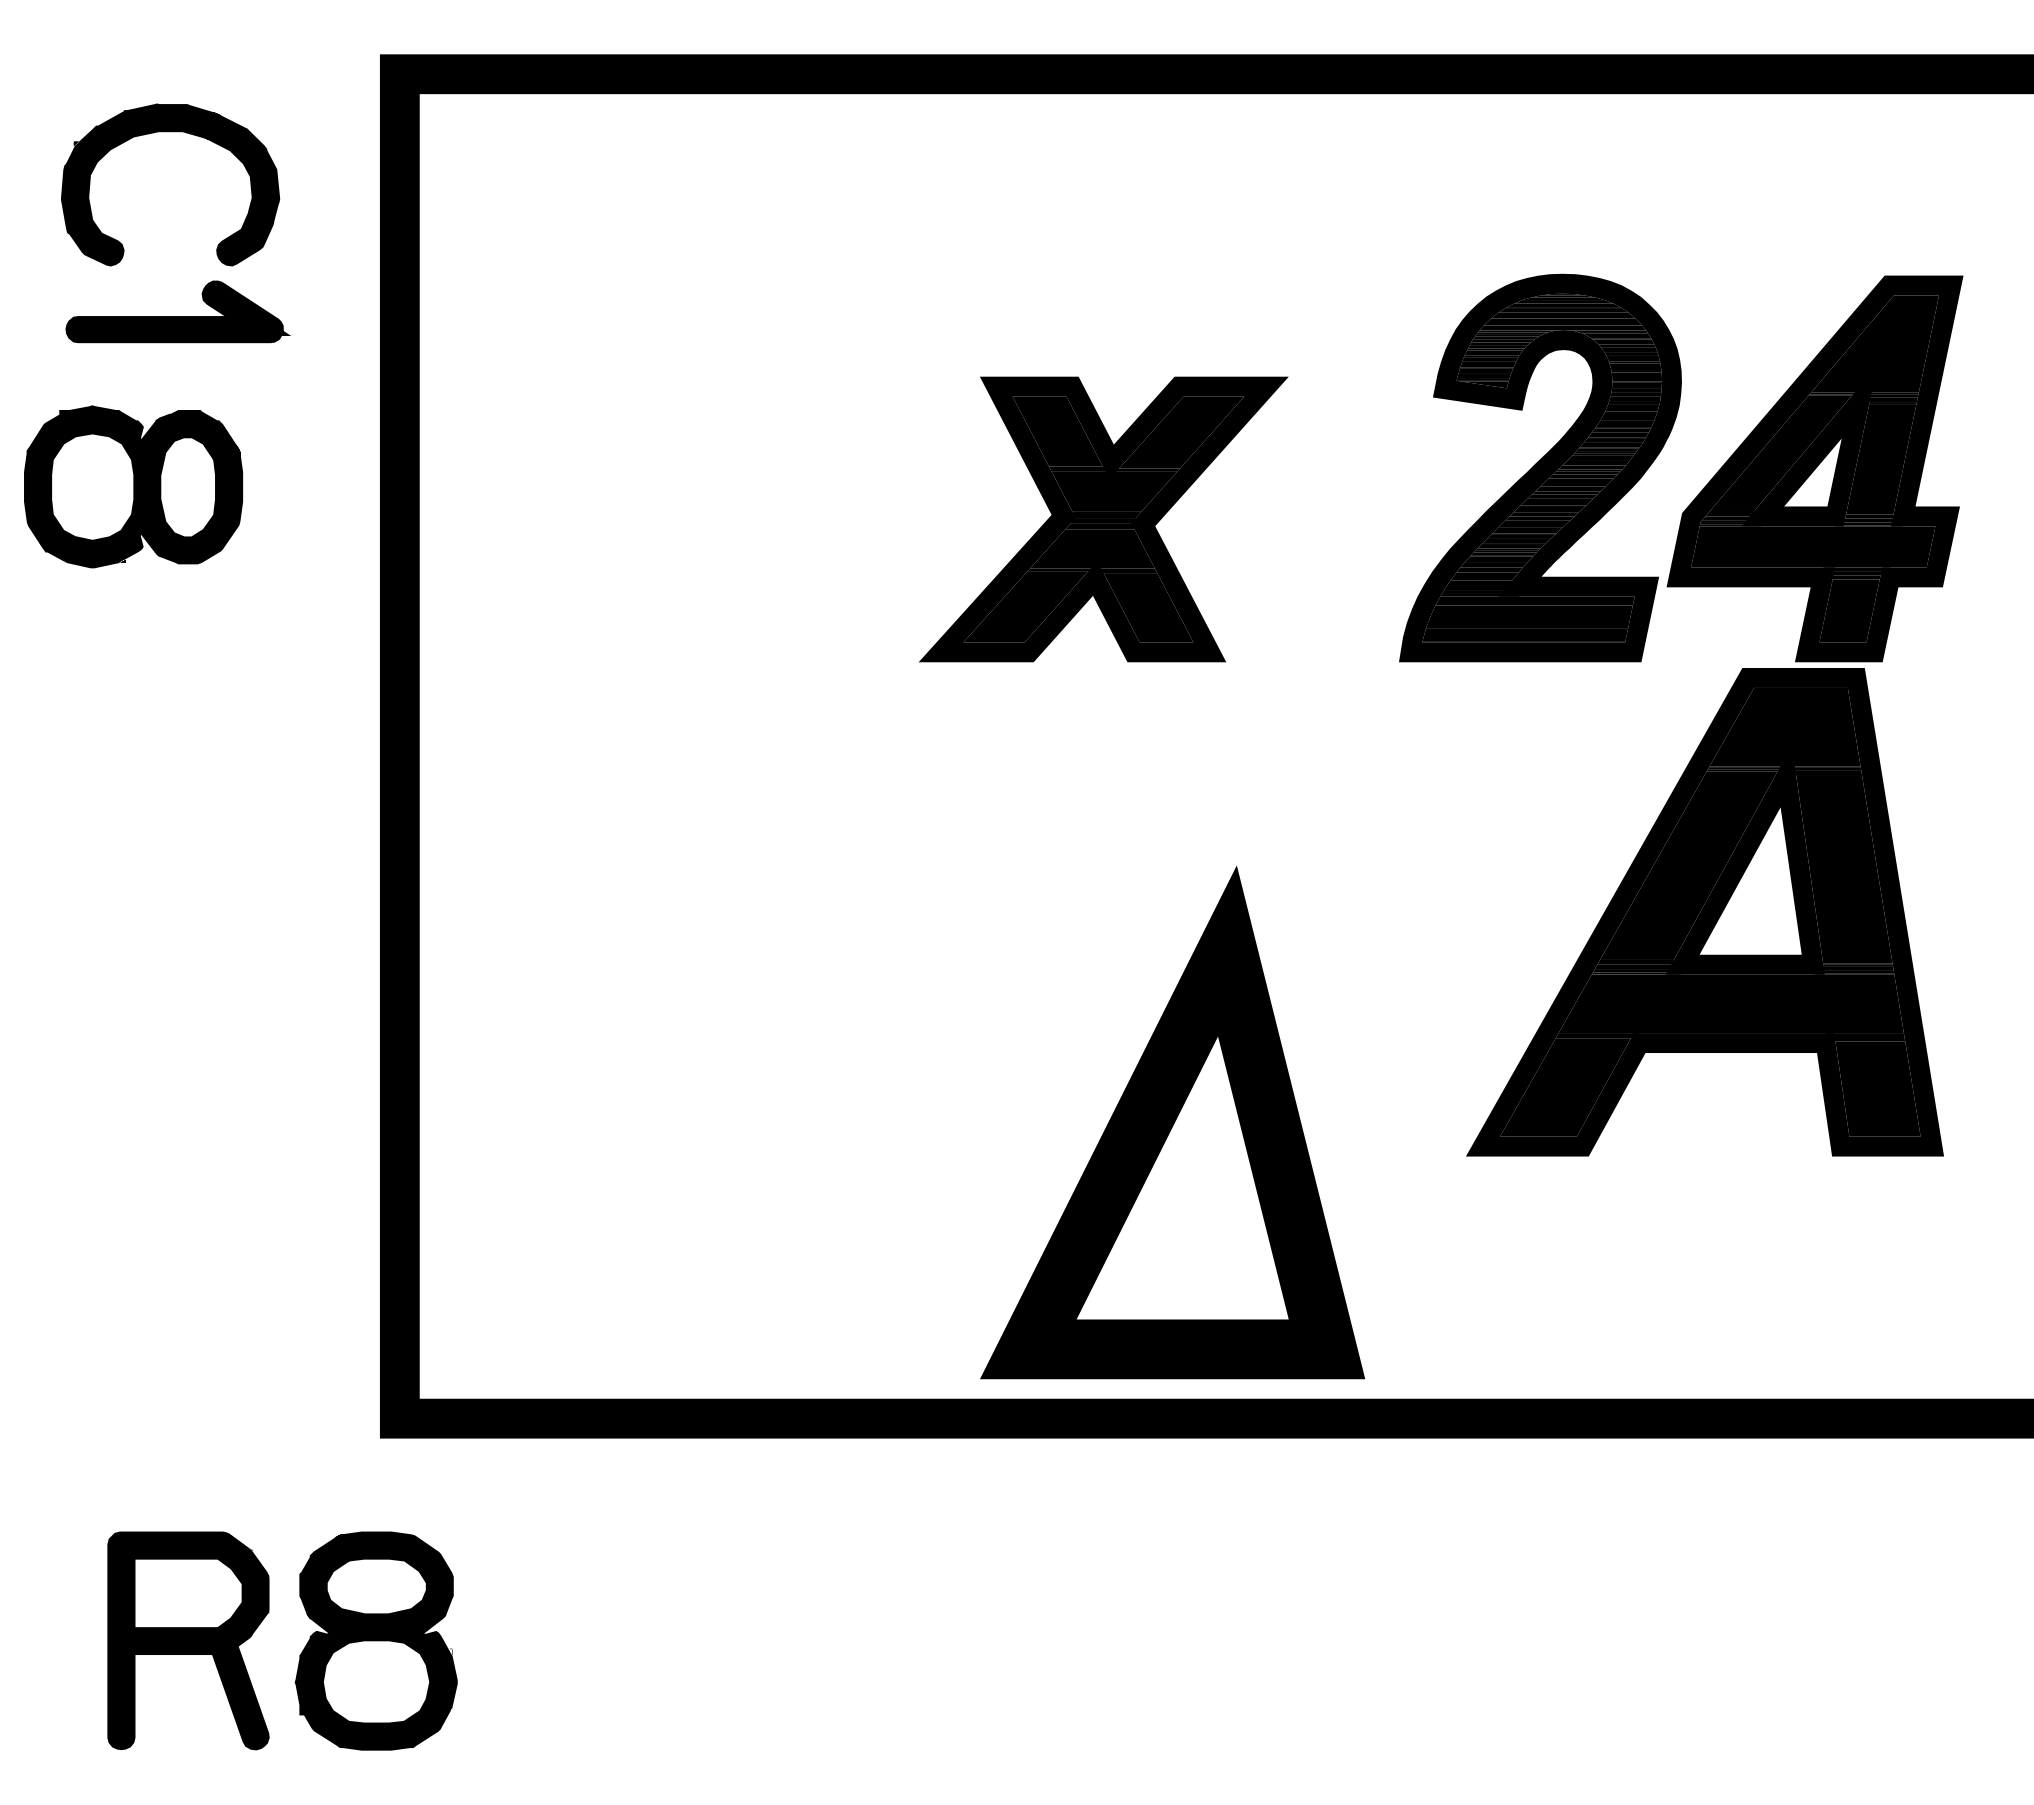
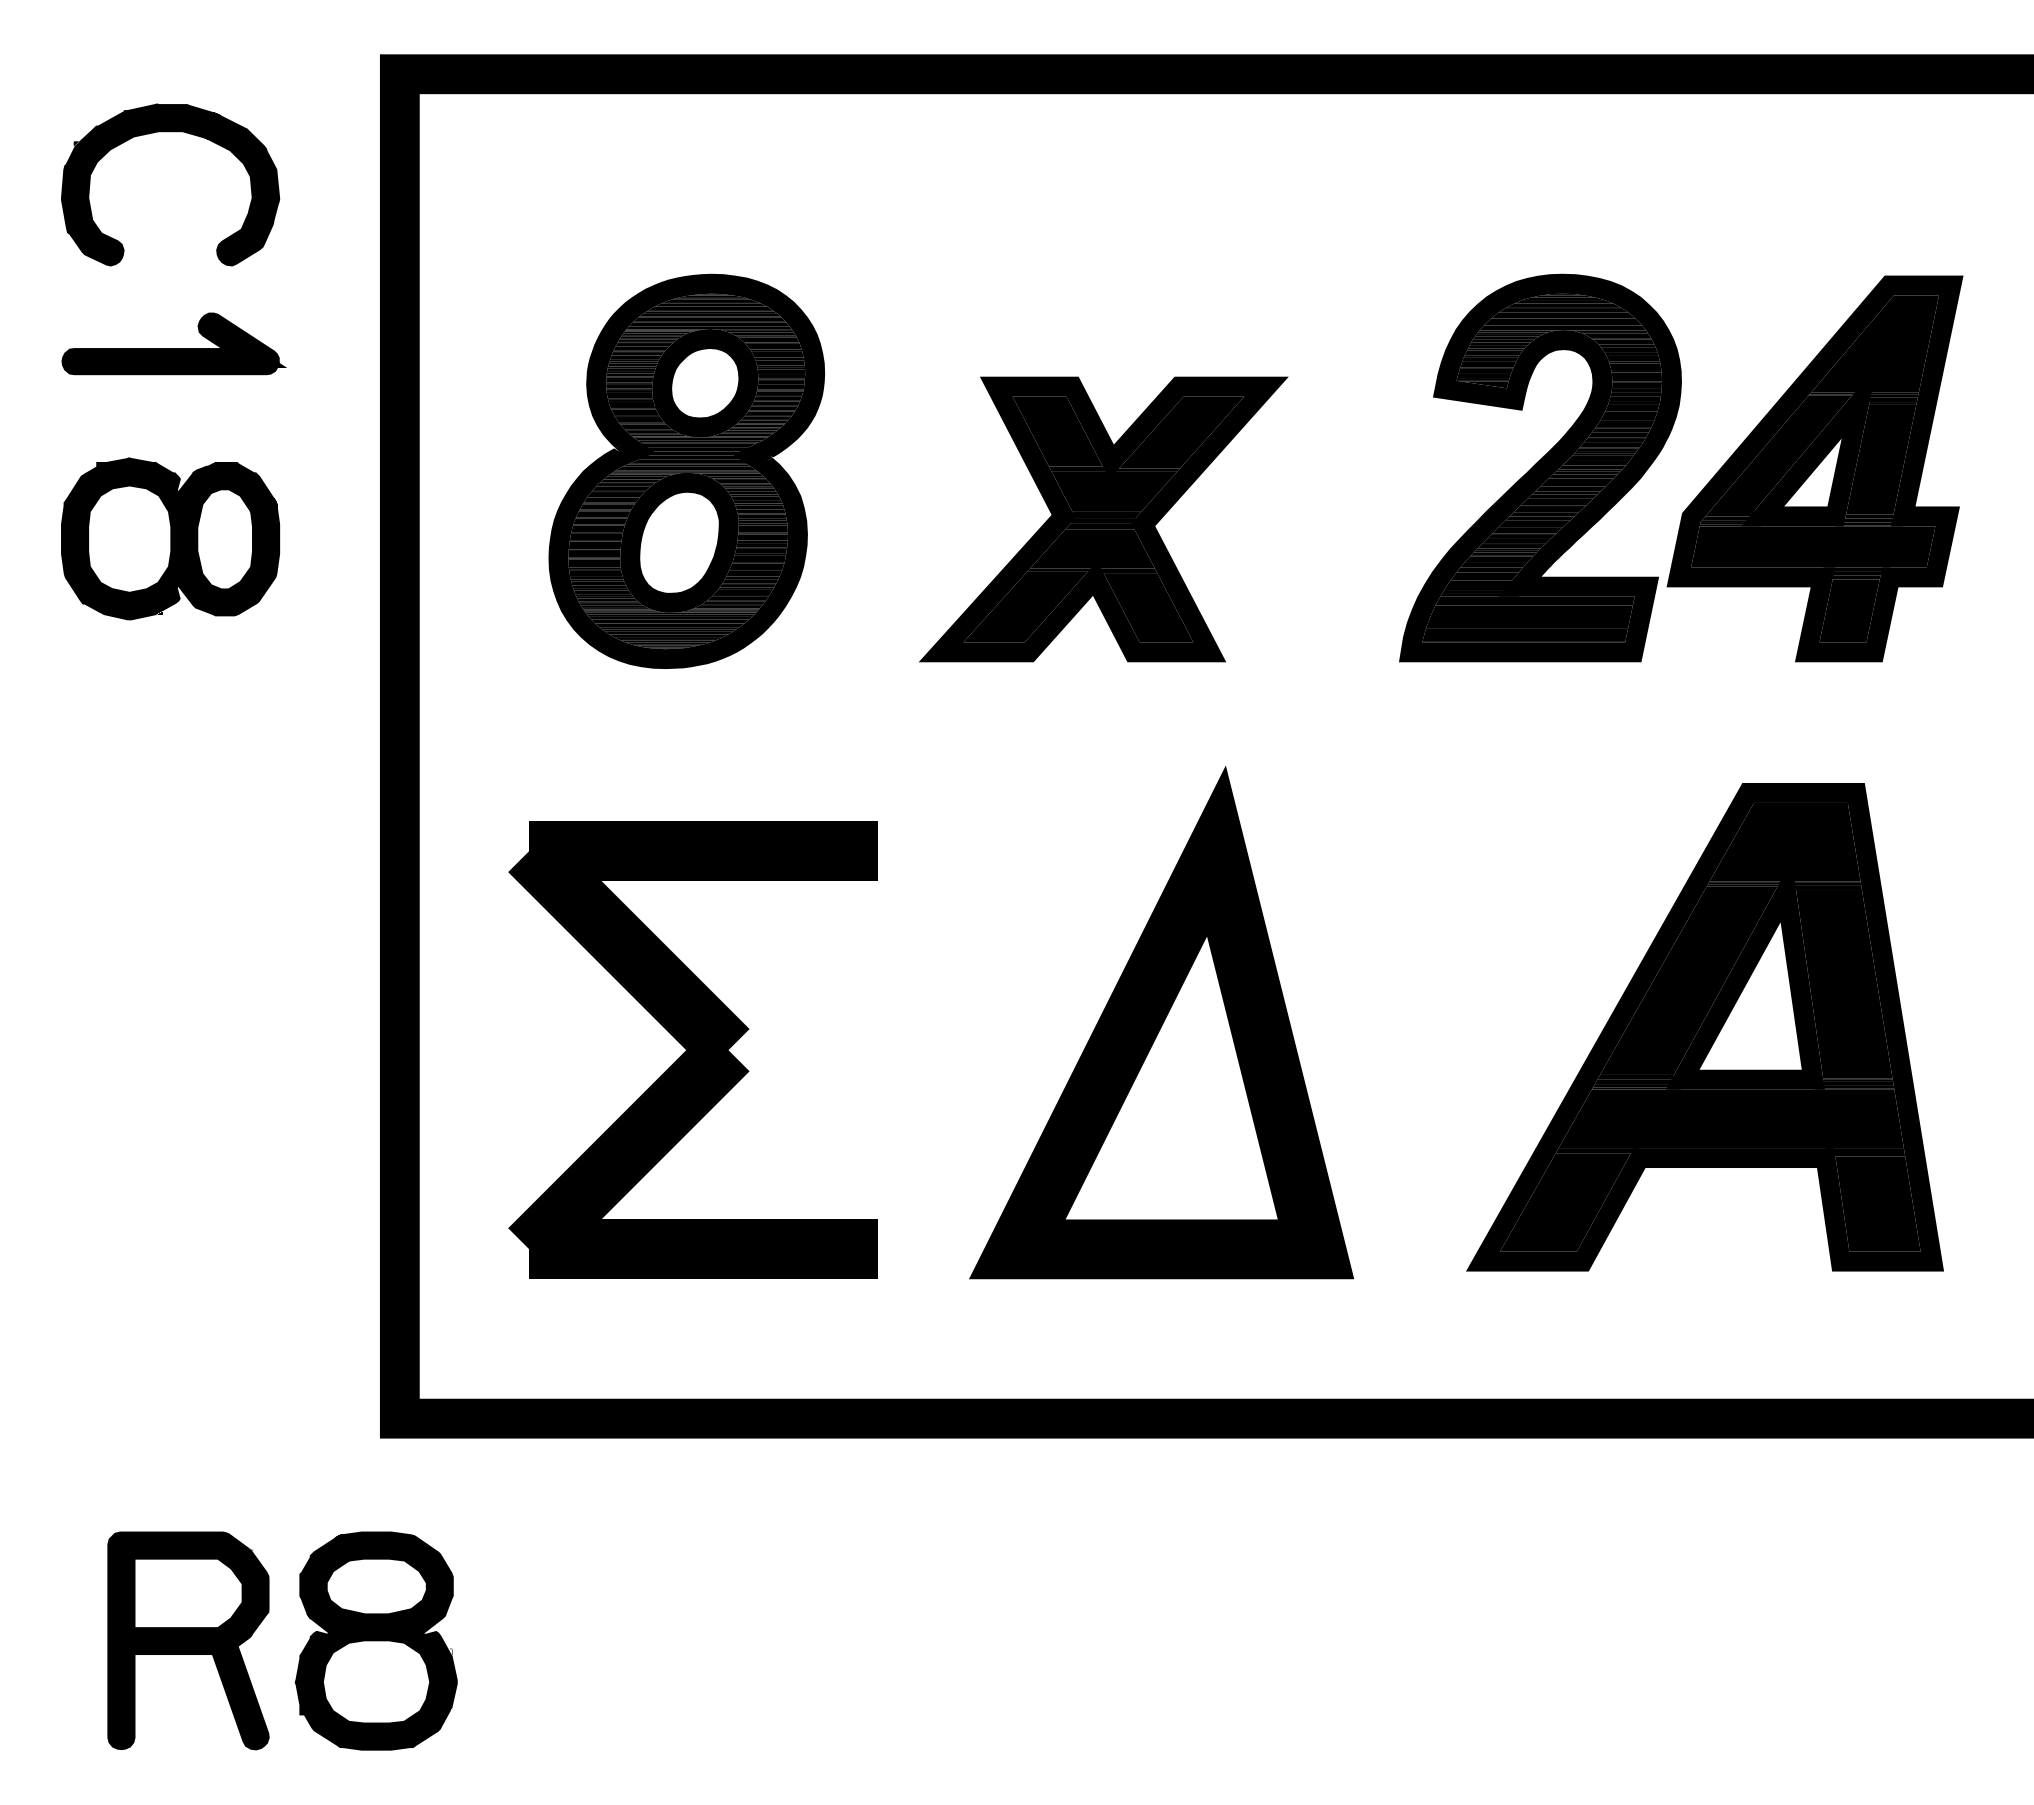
part at (177, 311) position: (177, 311) -> (173, 343)
part at (686, 470): none -> present
part at (133, 486) position: (133, 486) -> (170, 538)
part at (1704, 912) position: (1704, 912) -> (1704, 1027)
part at (692, 1049): none -> present
part at (1172, 1122) position: (1172, 1122) -> (1161, 1022)
